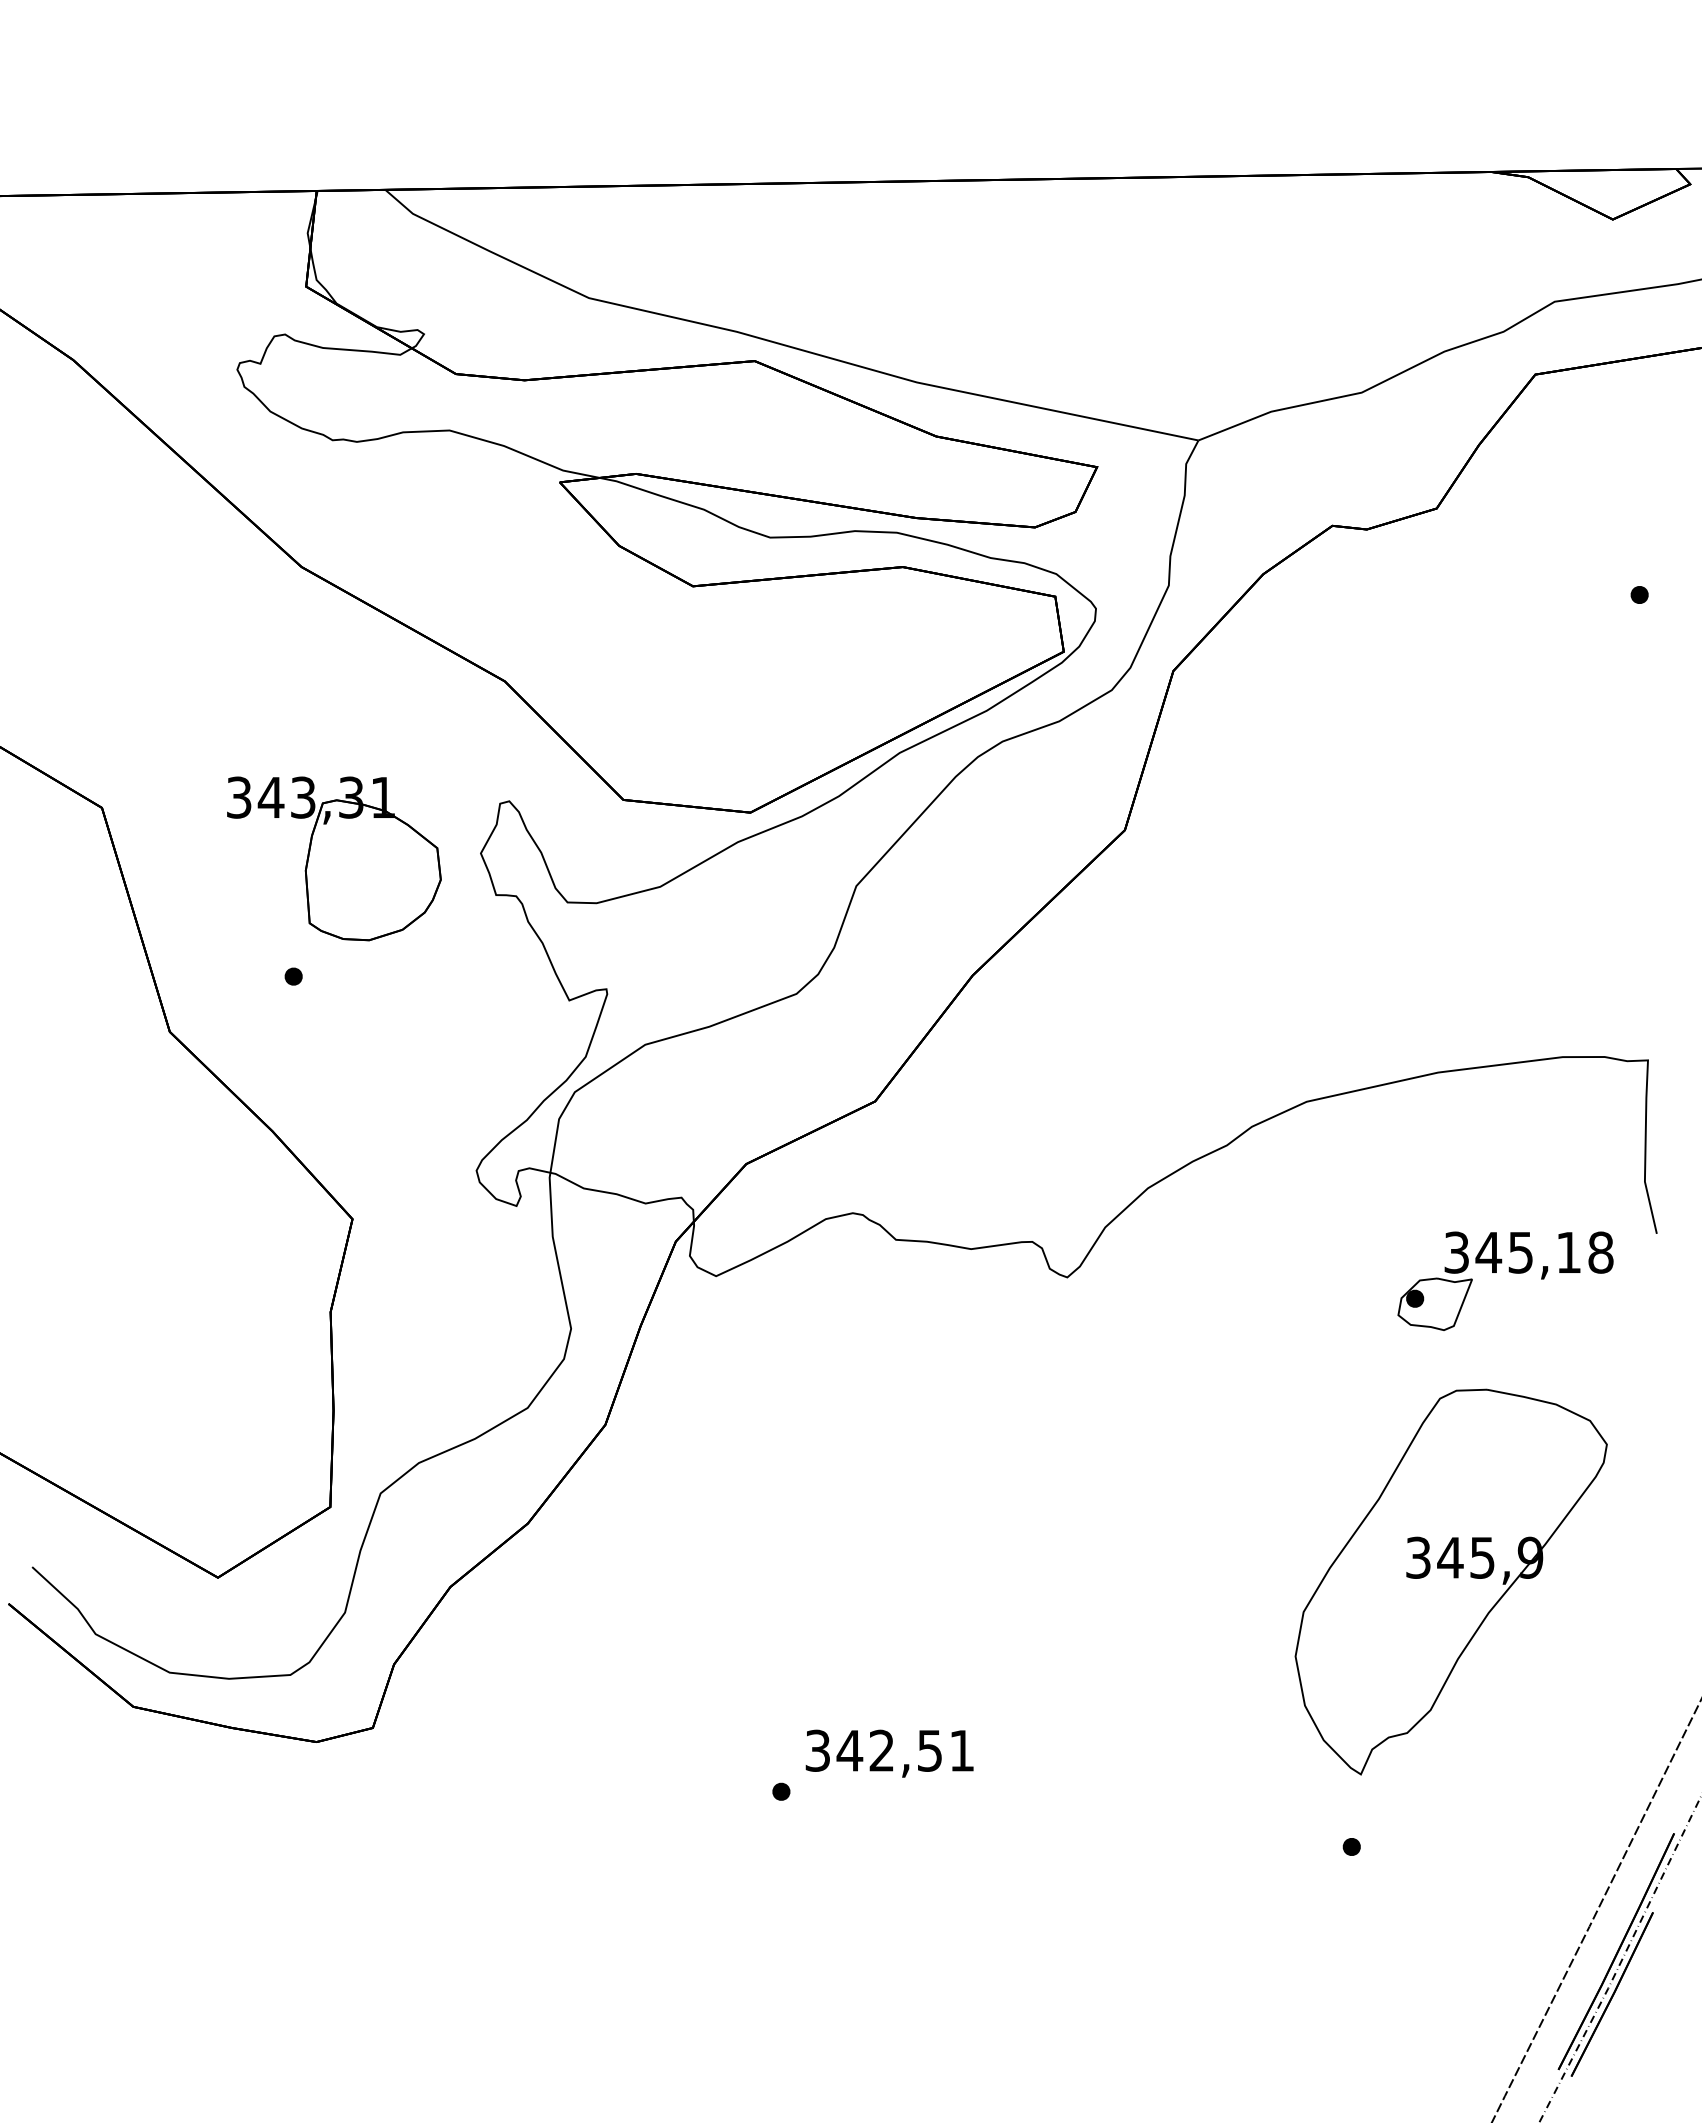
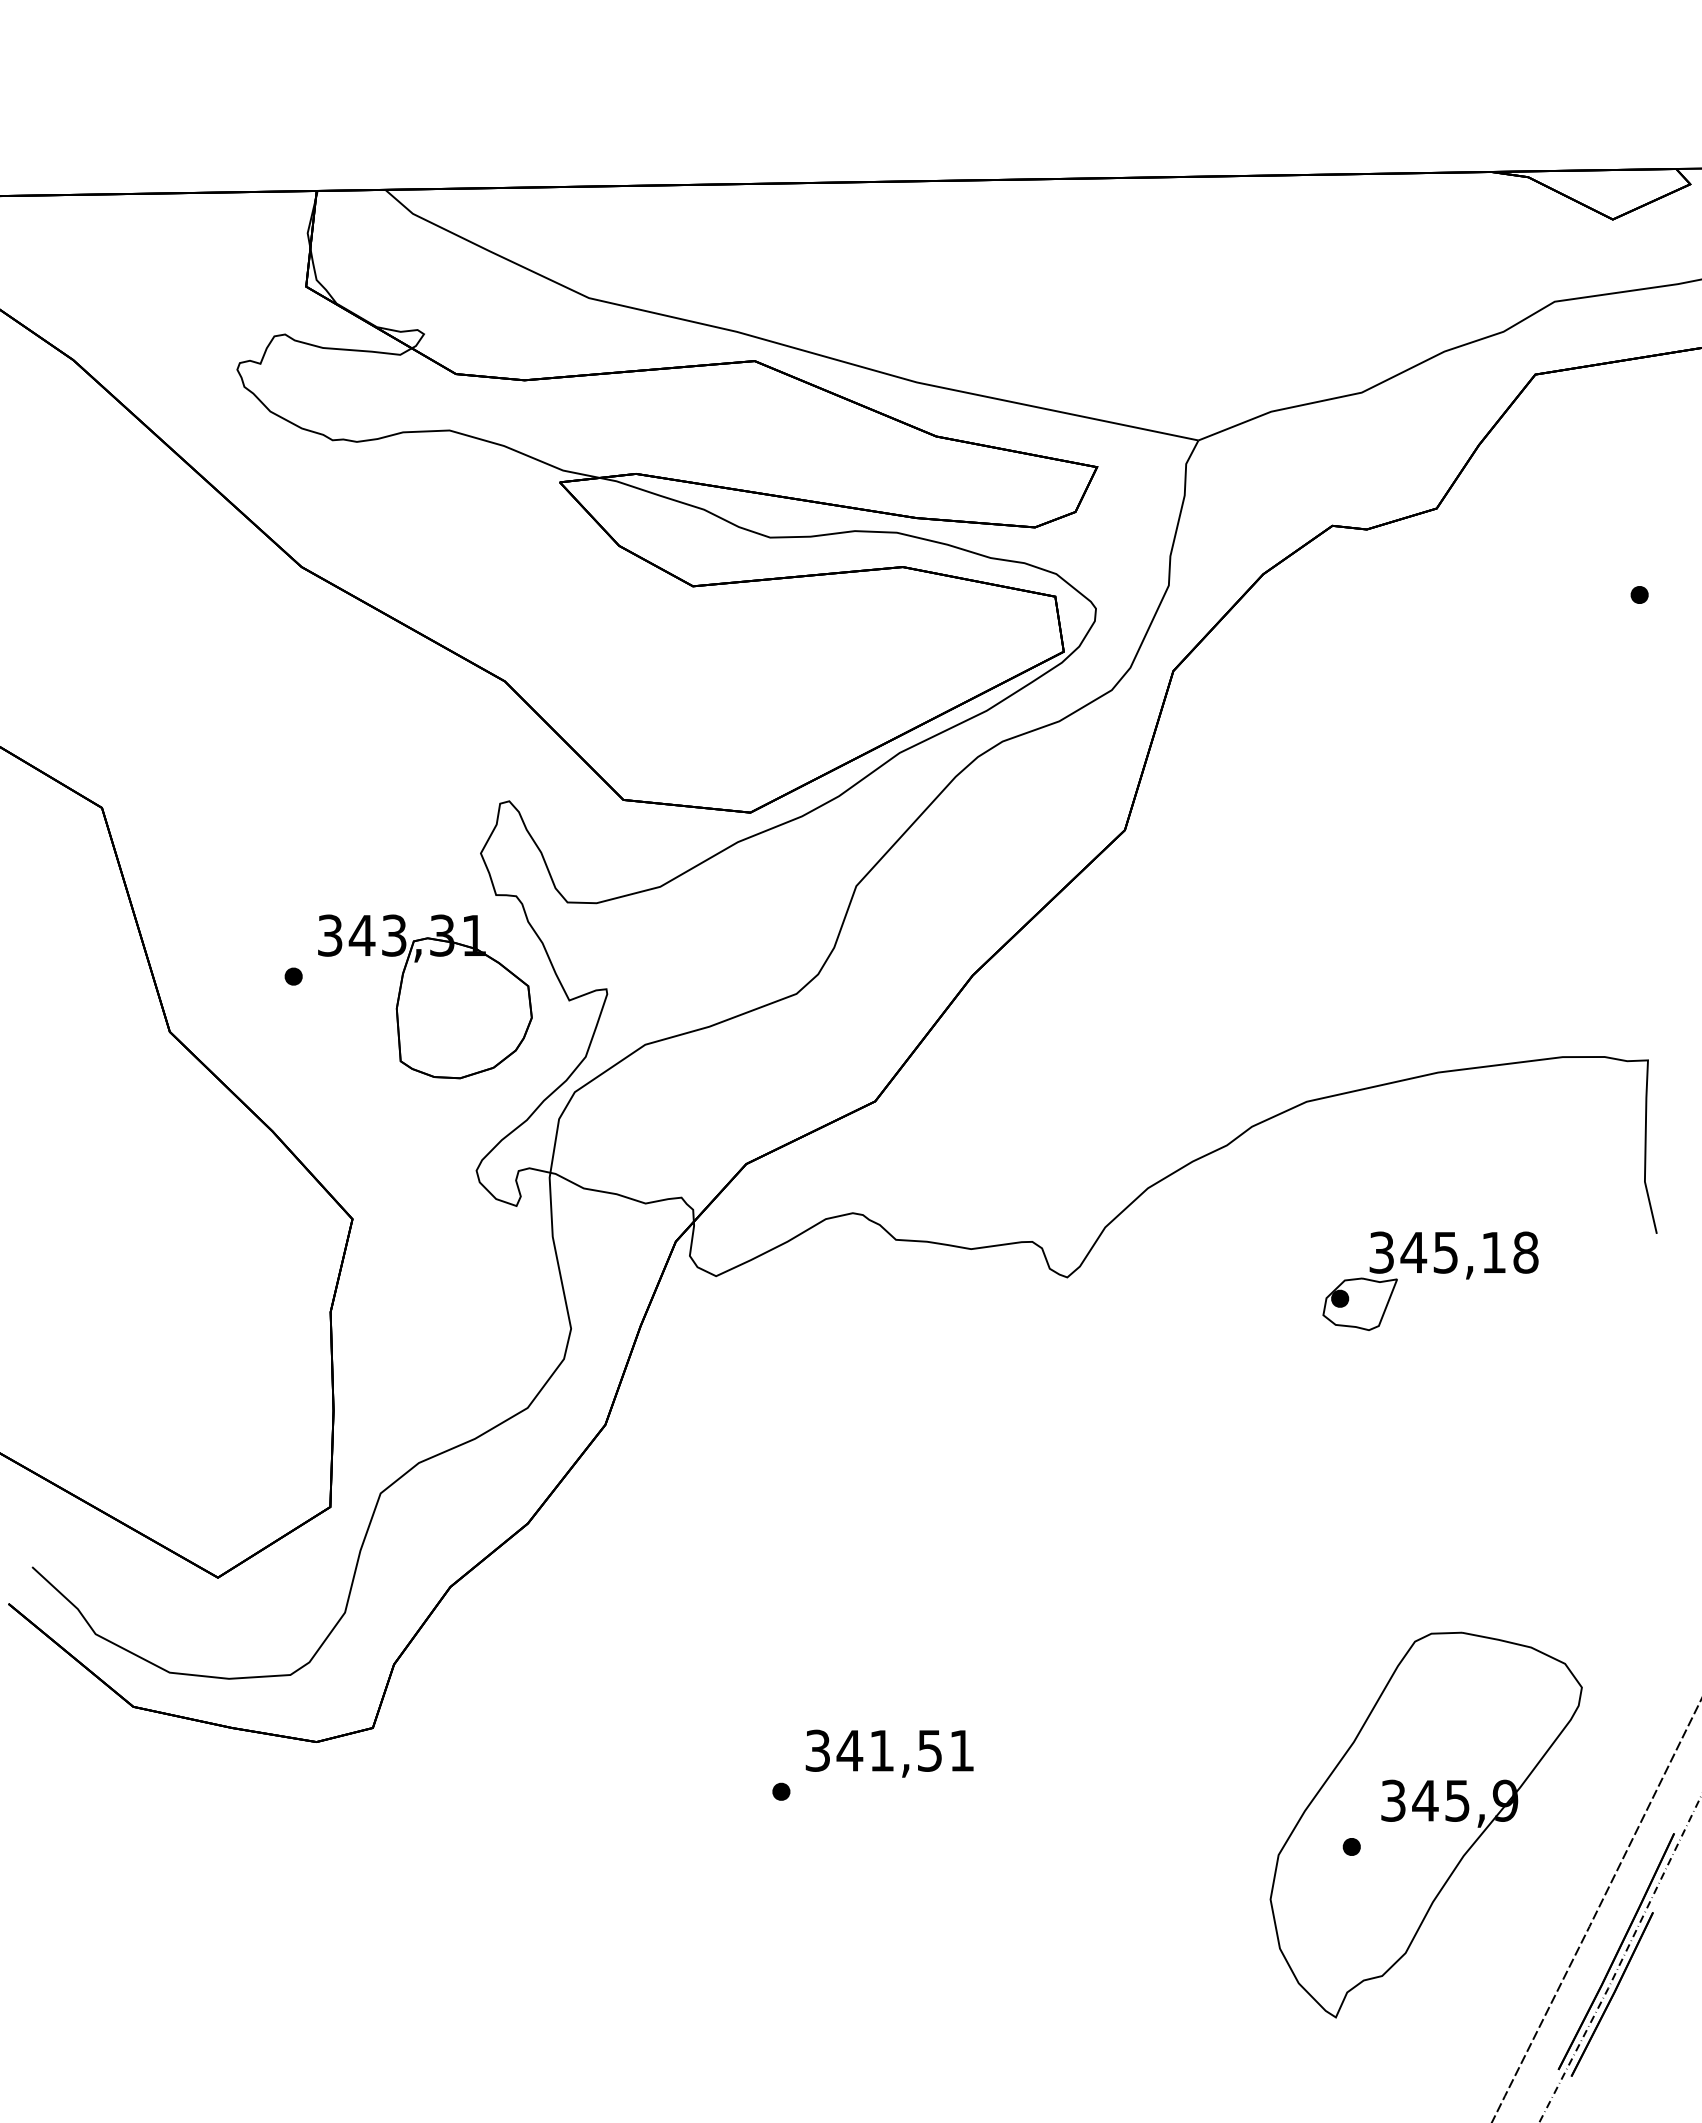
part at (334, 858) position: (334, 858) -> (425, 996)
part at (1509, 1272) position: (1509, 1272) -> (1434, 1272)
part at (1450, 1581) position: (1450, 1581) -> (1425, 1824)
text at (881, 1750): 342,51 -> 341,51
